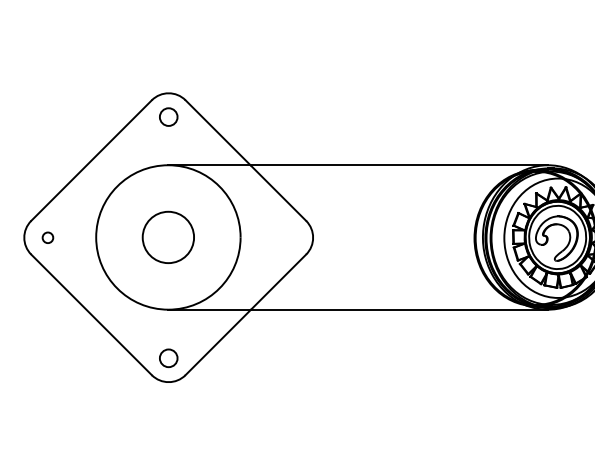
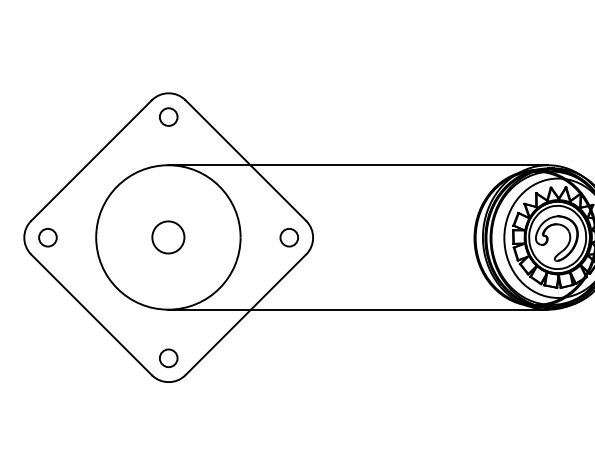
circle at (47, 237) size: 14x13 px -> 20x20 px
circle at (168, 237) diameter: 51 px -> 32 px
circle at (288, 237): none -> present
